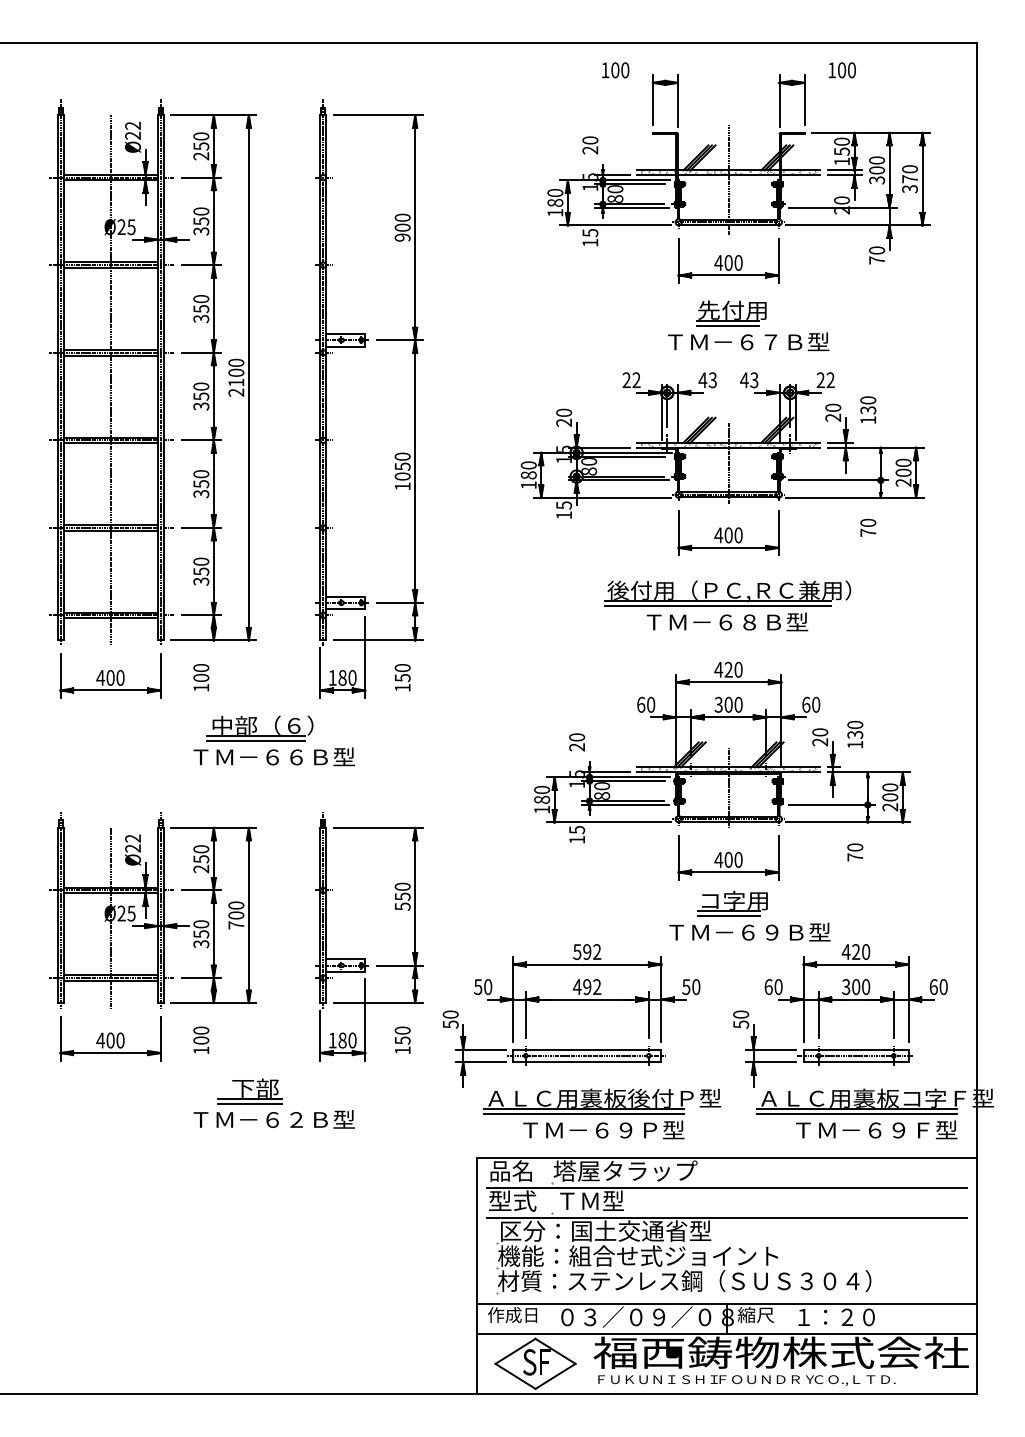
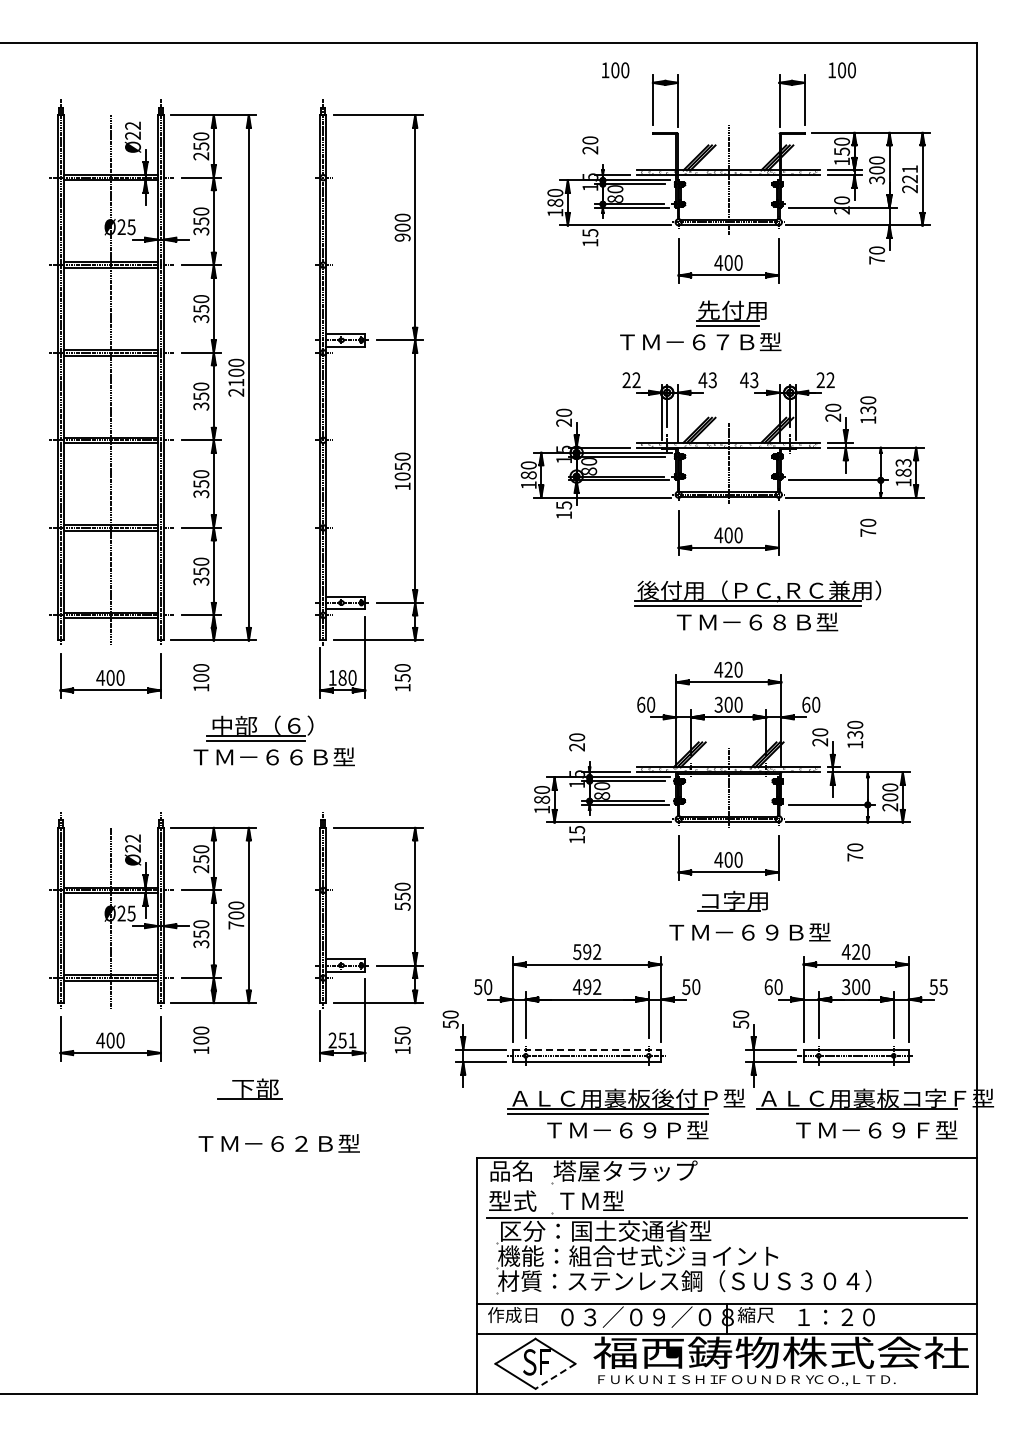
text at (910, 179): 370 -> 221
text at (748, 341) position: (748, 341) -> (700, 341)
text at (903, 472): 200 -> 183
part at (727, 605) position: (727, 605) -> (757, 605)
line at (729, 916): present -> none
text at (938, 986): 60 -> 55
text at (342, 1040): 180 -> 251
line at (587, 1049): solid -> dashed
line at (250, 1103): present -> none
part at (602, 1113) position: (602, 1113) -> (626, 1113)
line at (856, 1114): present -> none
text at (273, 1119) position: (273, 1119) -> (278, 1143)
line at (726, 1187): present -> none
line at (555, 1376): solid -> dashed
